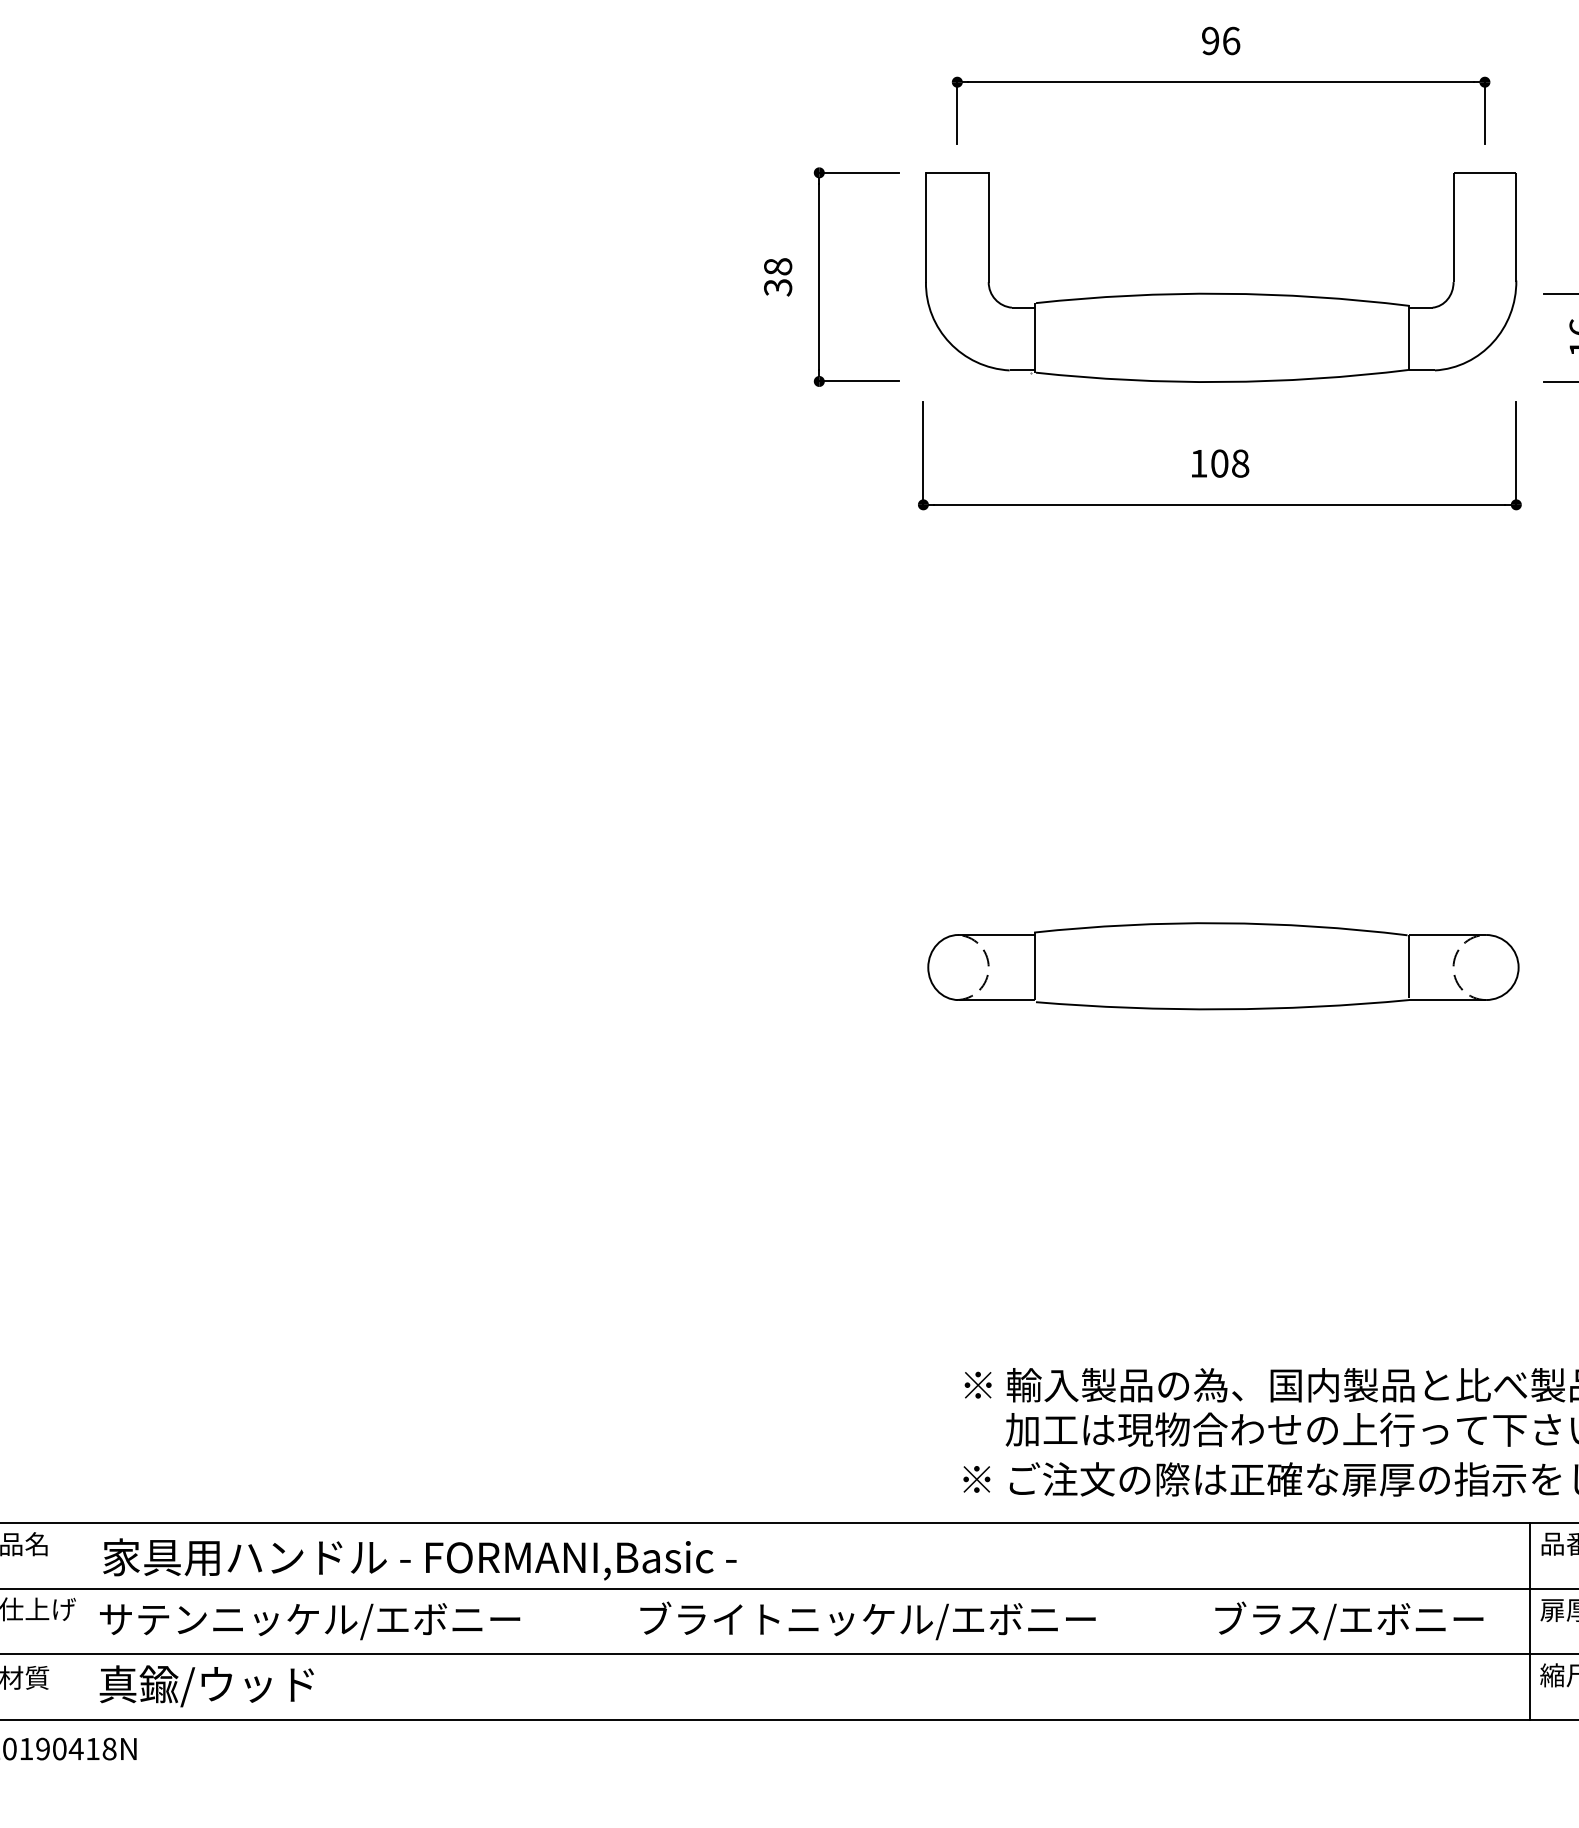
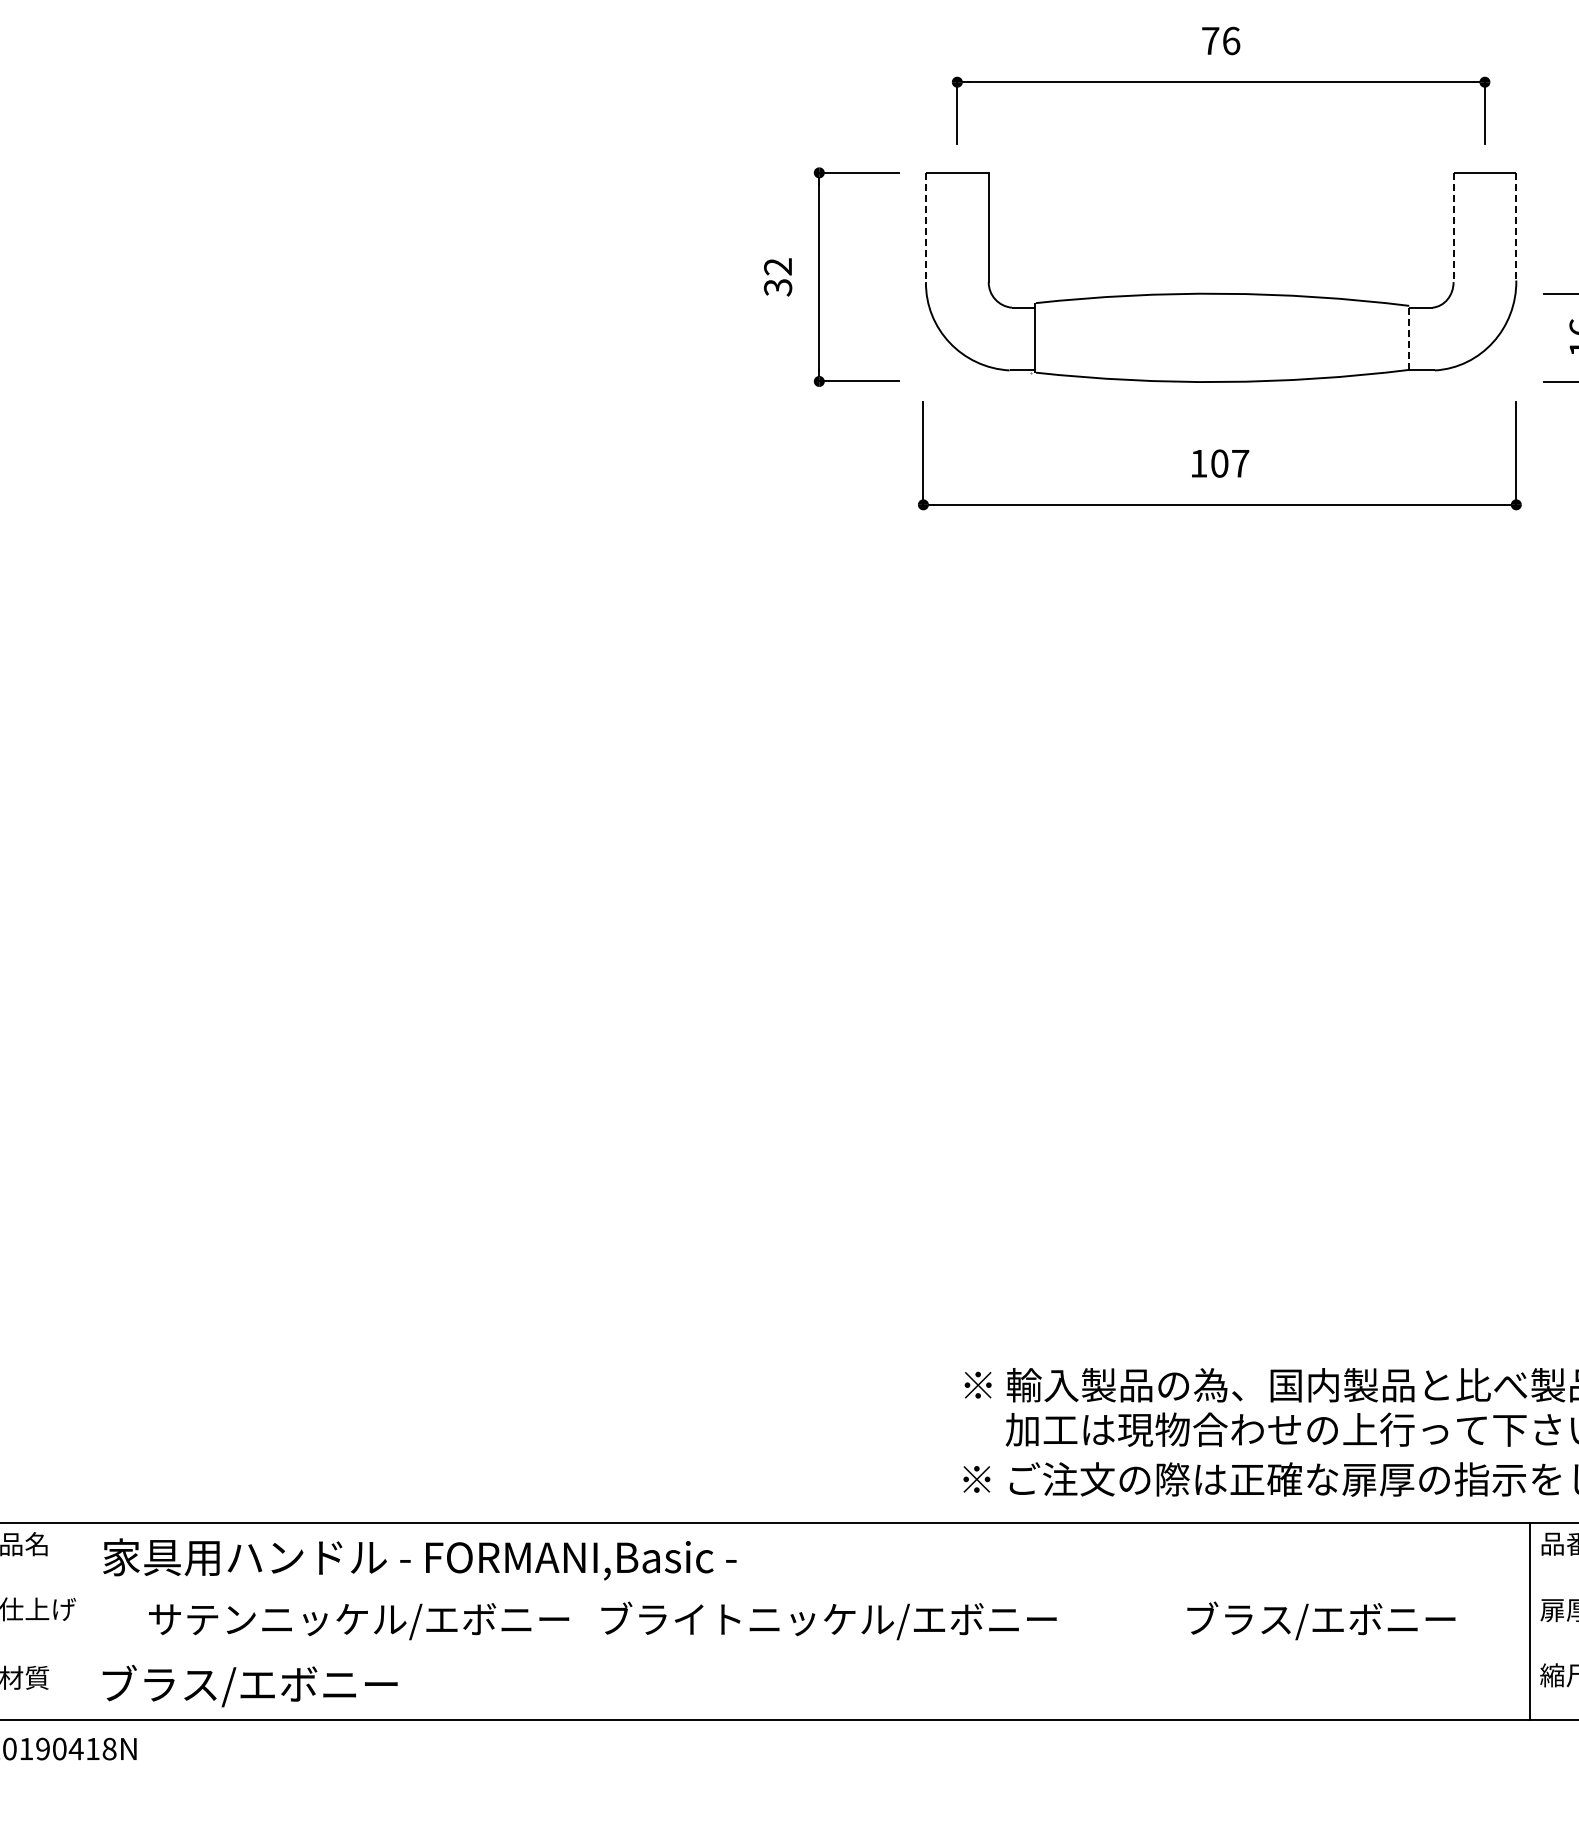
text at (1210, 40): 96 -> 76
line at (925, 227): solid -> dashed
line at (1453, 227): solid -> dashed
line at (1516, 227): solid -> dashed
text at (778, 266): 38 -> 32
line at (1409, 337): solid -> dashed
text at (1240, 463): 108 -> 107
part at (1223, 924): present -> none
line at (788, 1589): present -> none
text at (867, 1620) position: (867, 1620) -> (828, 1620)
text at (1349, 1620) position: (1349, 1620) -> (1321, 1620)
text at (310, 1621) position: (310, 1621) -> (359, 1621)
line at (788, 1654): present -> none
text at (248, 1685): 真鍮/ウッド -> ブラス/エボニー
